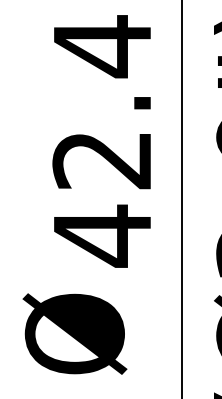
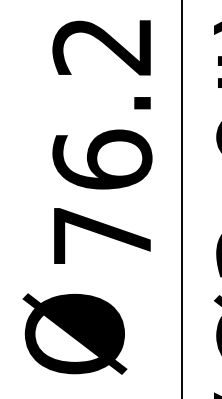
text at (102, 141): 42.4 -> 76.2
